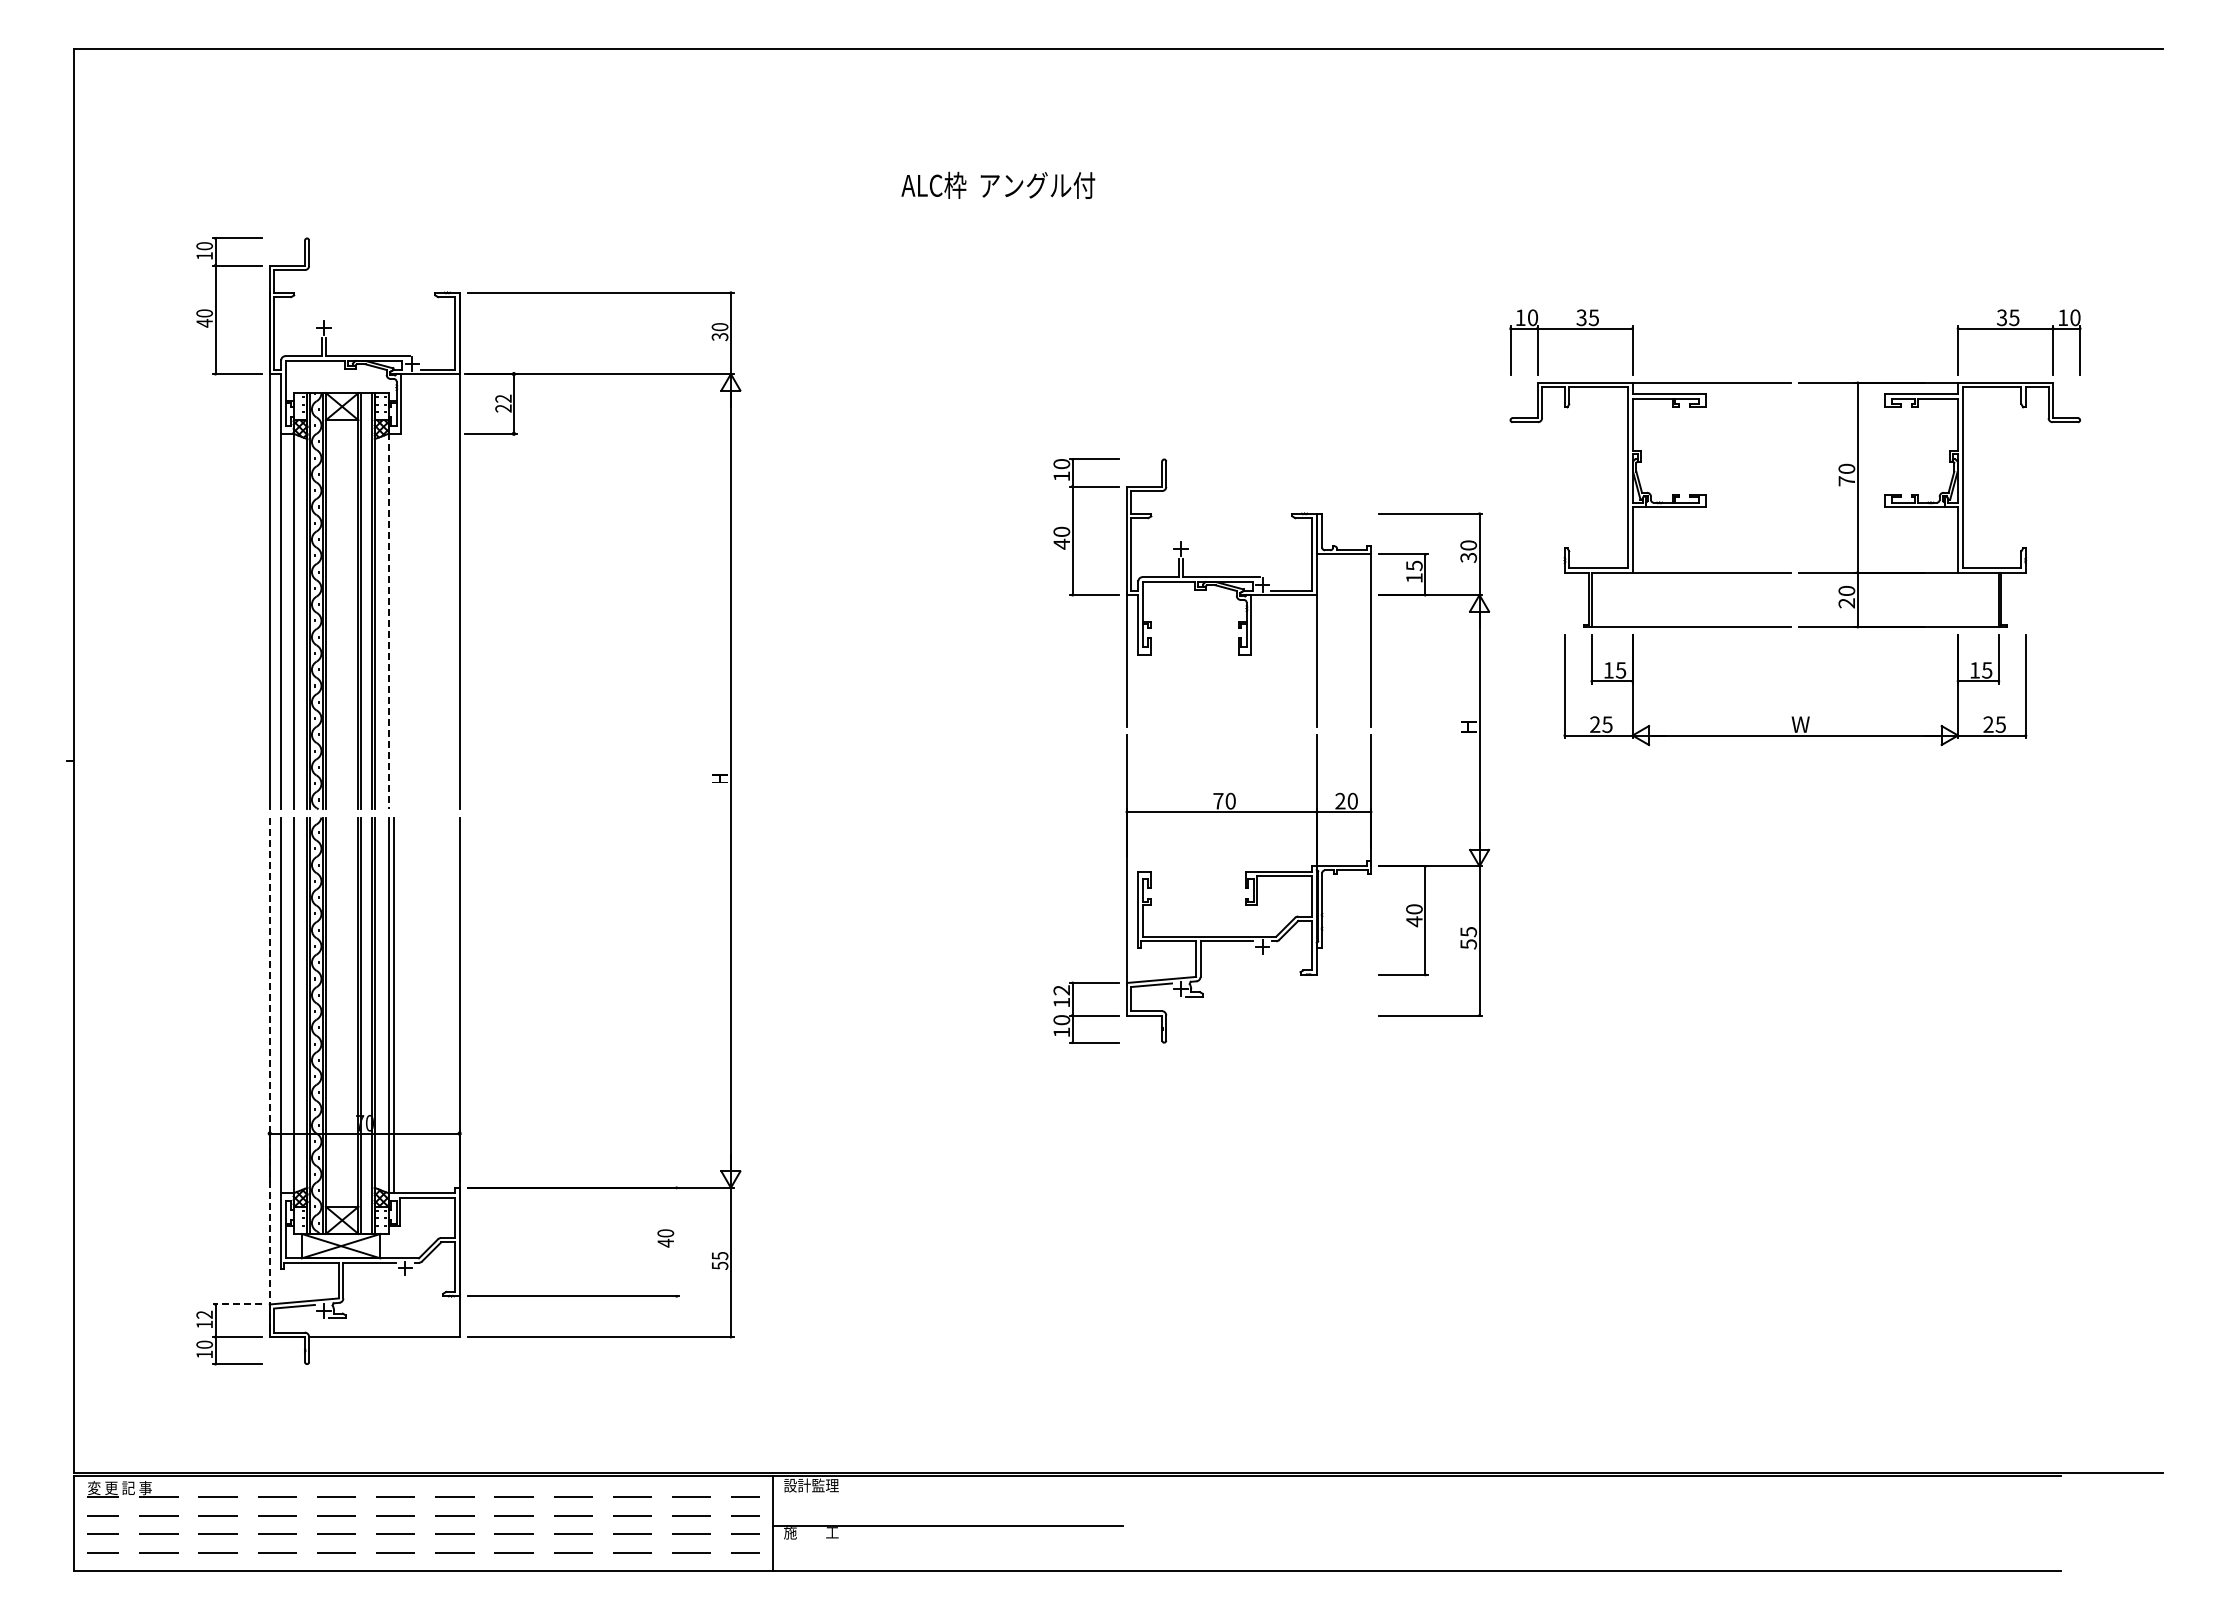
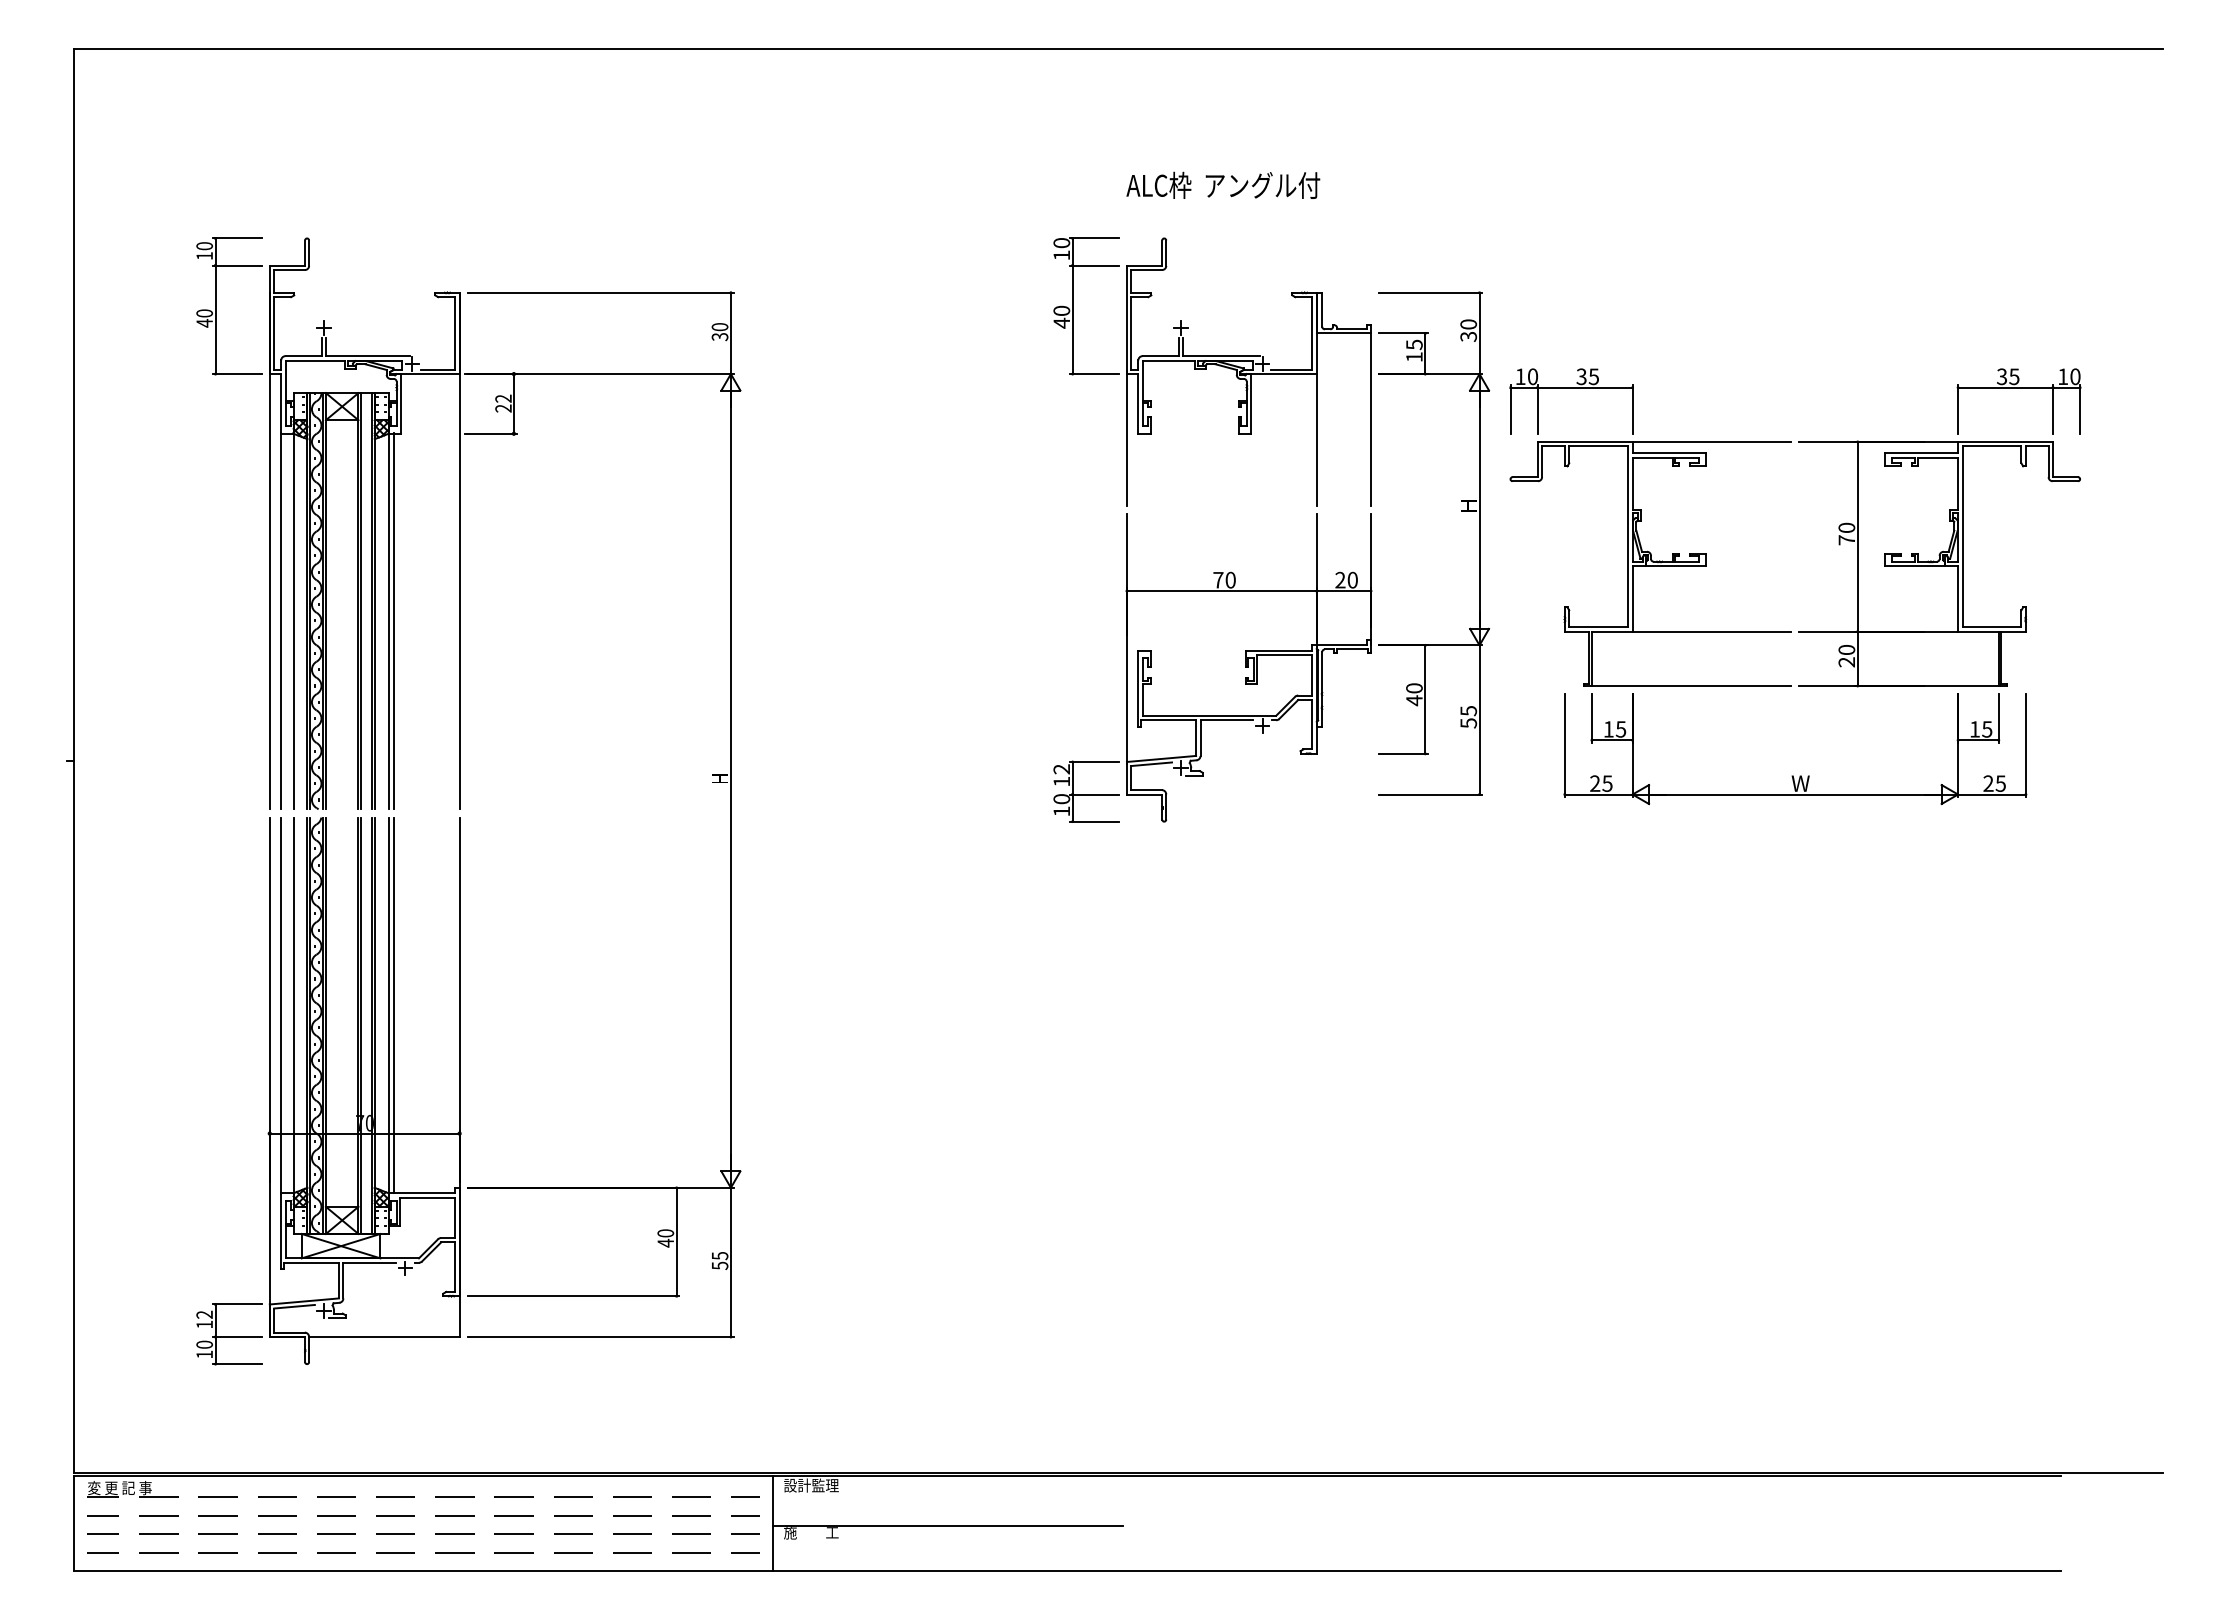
text at (998, 184) position: (998, 184) -> (1223, 184)
part at (1798, 572) position: (1798, 572) -> (1798, 631)
line at (394, 620): none -> present
line at (388, 621): dashed -> solid
part at (1316, 750) position: (1316, 750) -> (1316, 529)
line at (269, 1077): dashed -> solid
line at (676, 1241): none -> present
line at (236, 1304): dashed -> solid
